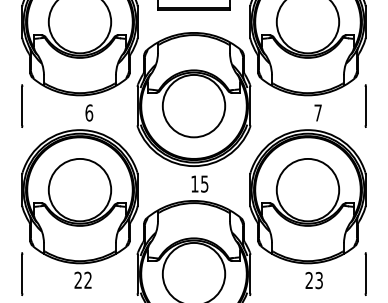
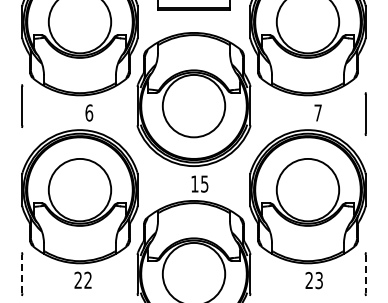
line at (365, 105) position: (365, 105) -> (365, 113)
line at (22, 273): solid -> dashed
line at (365, 274): solid -> dashed
